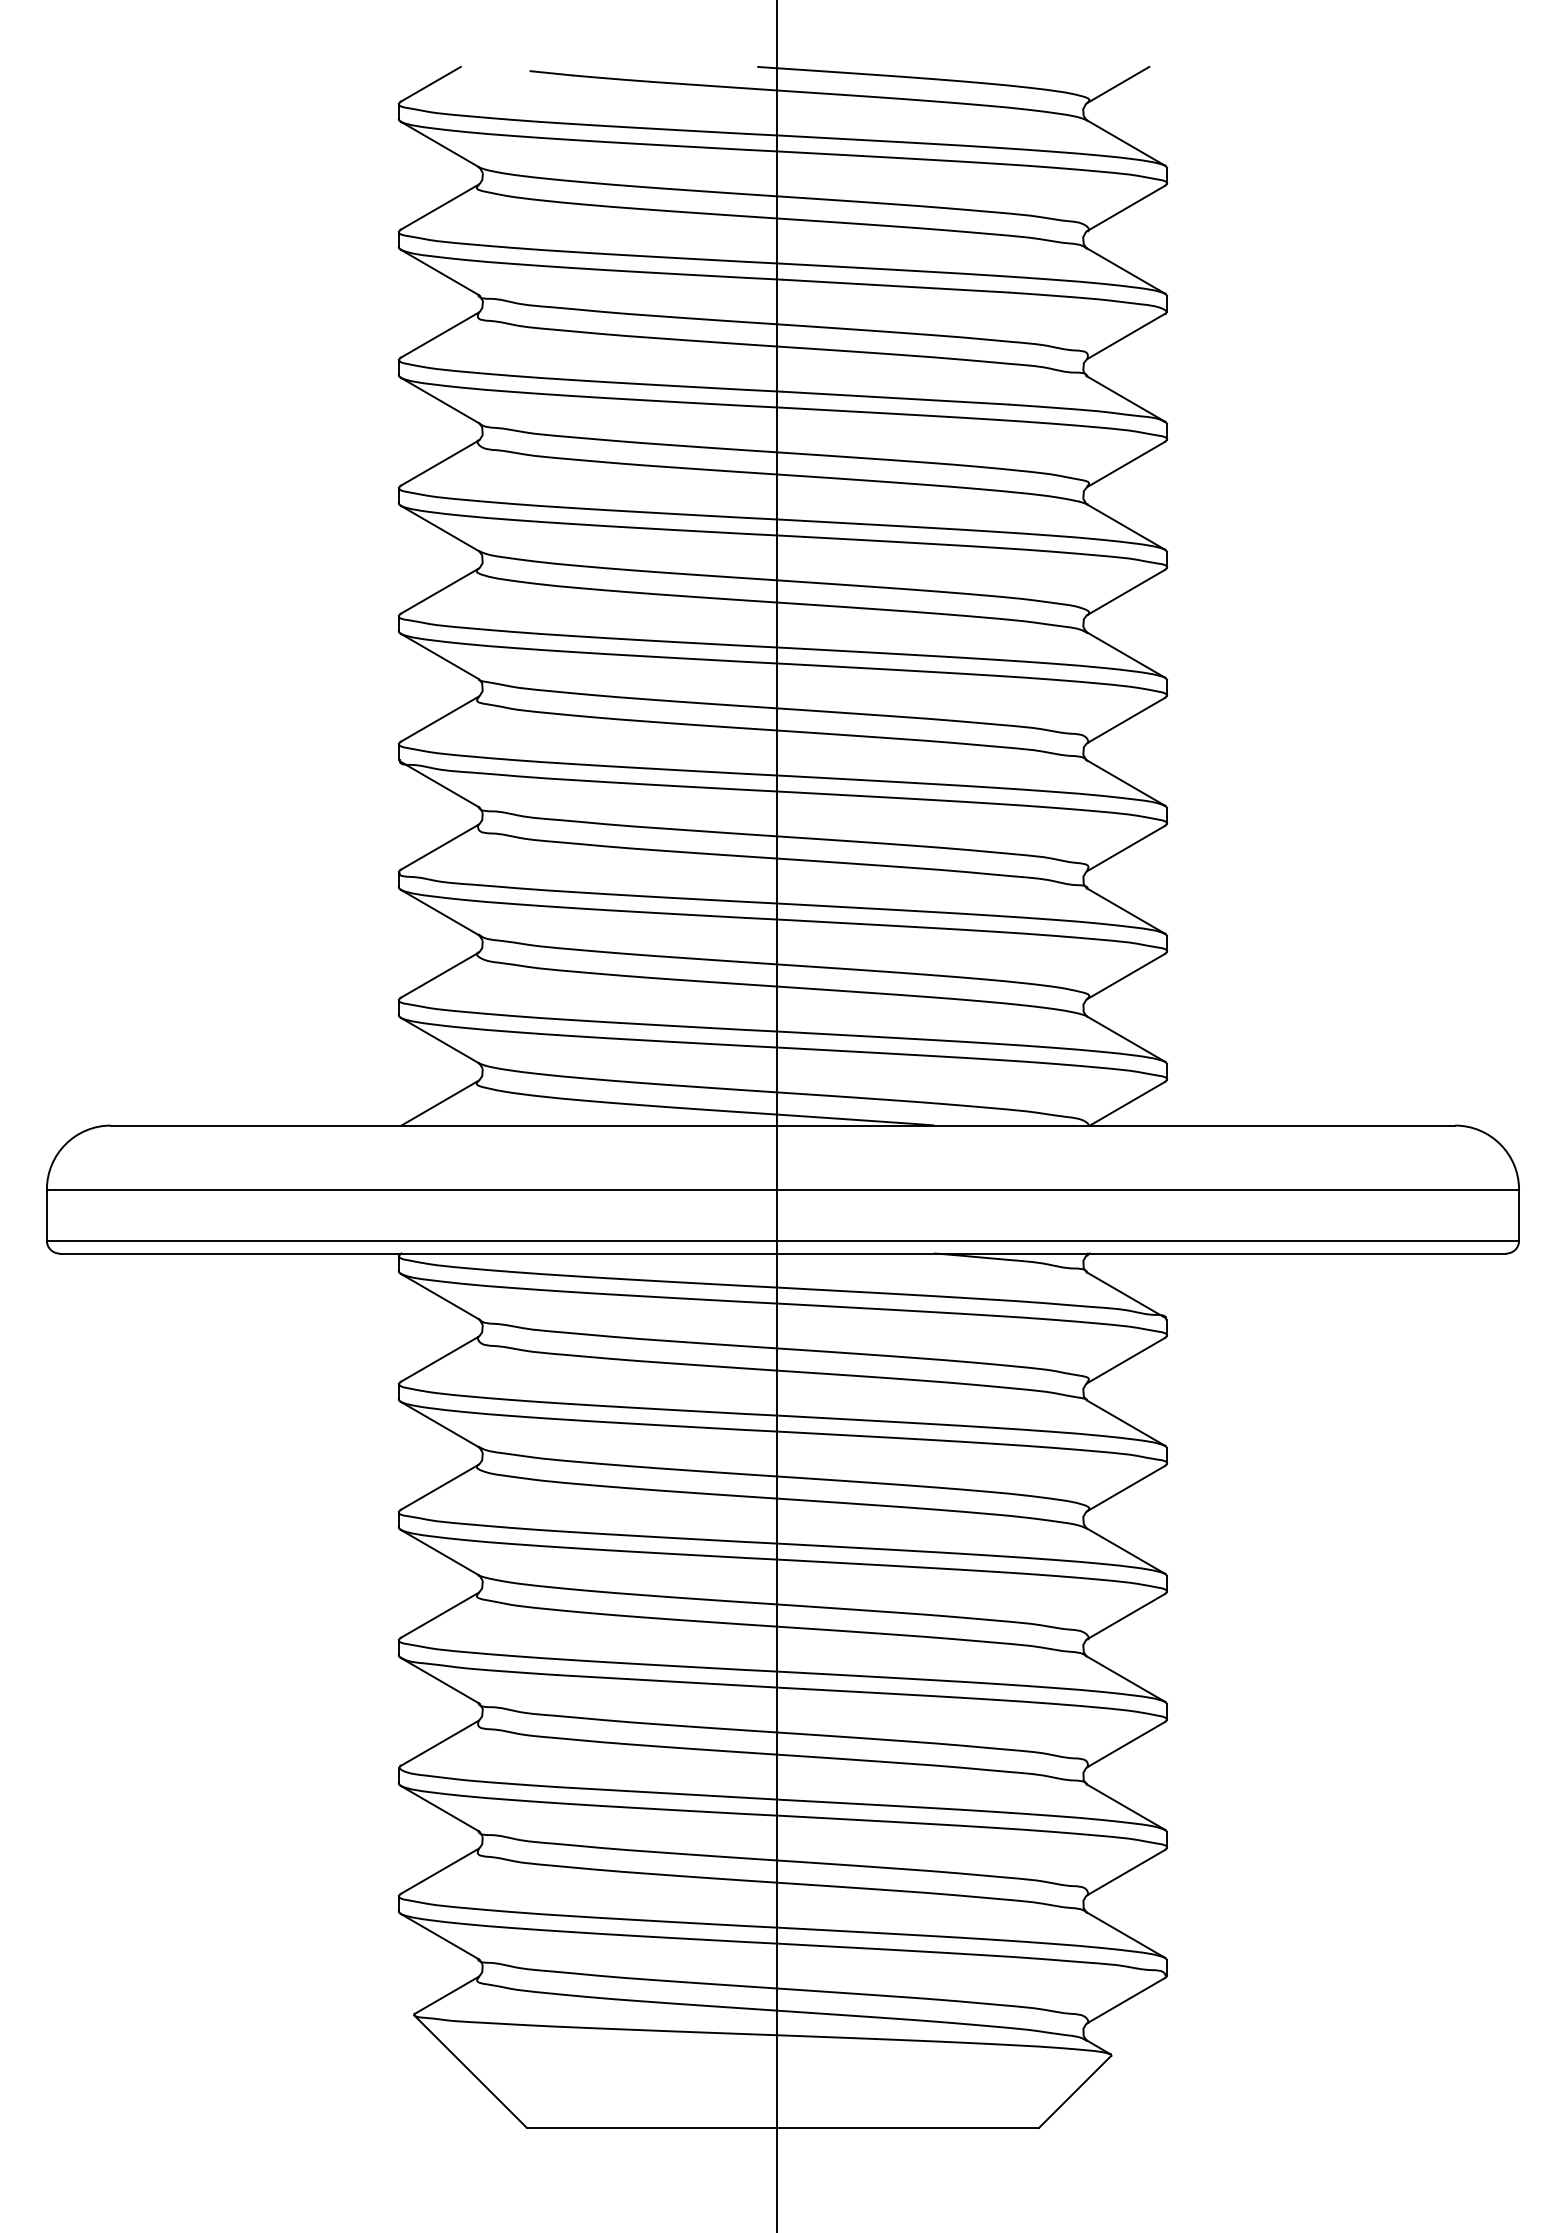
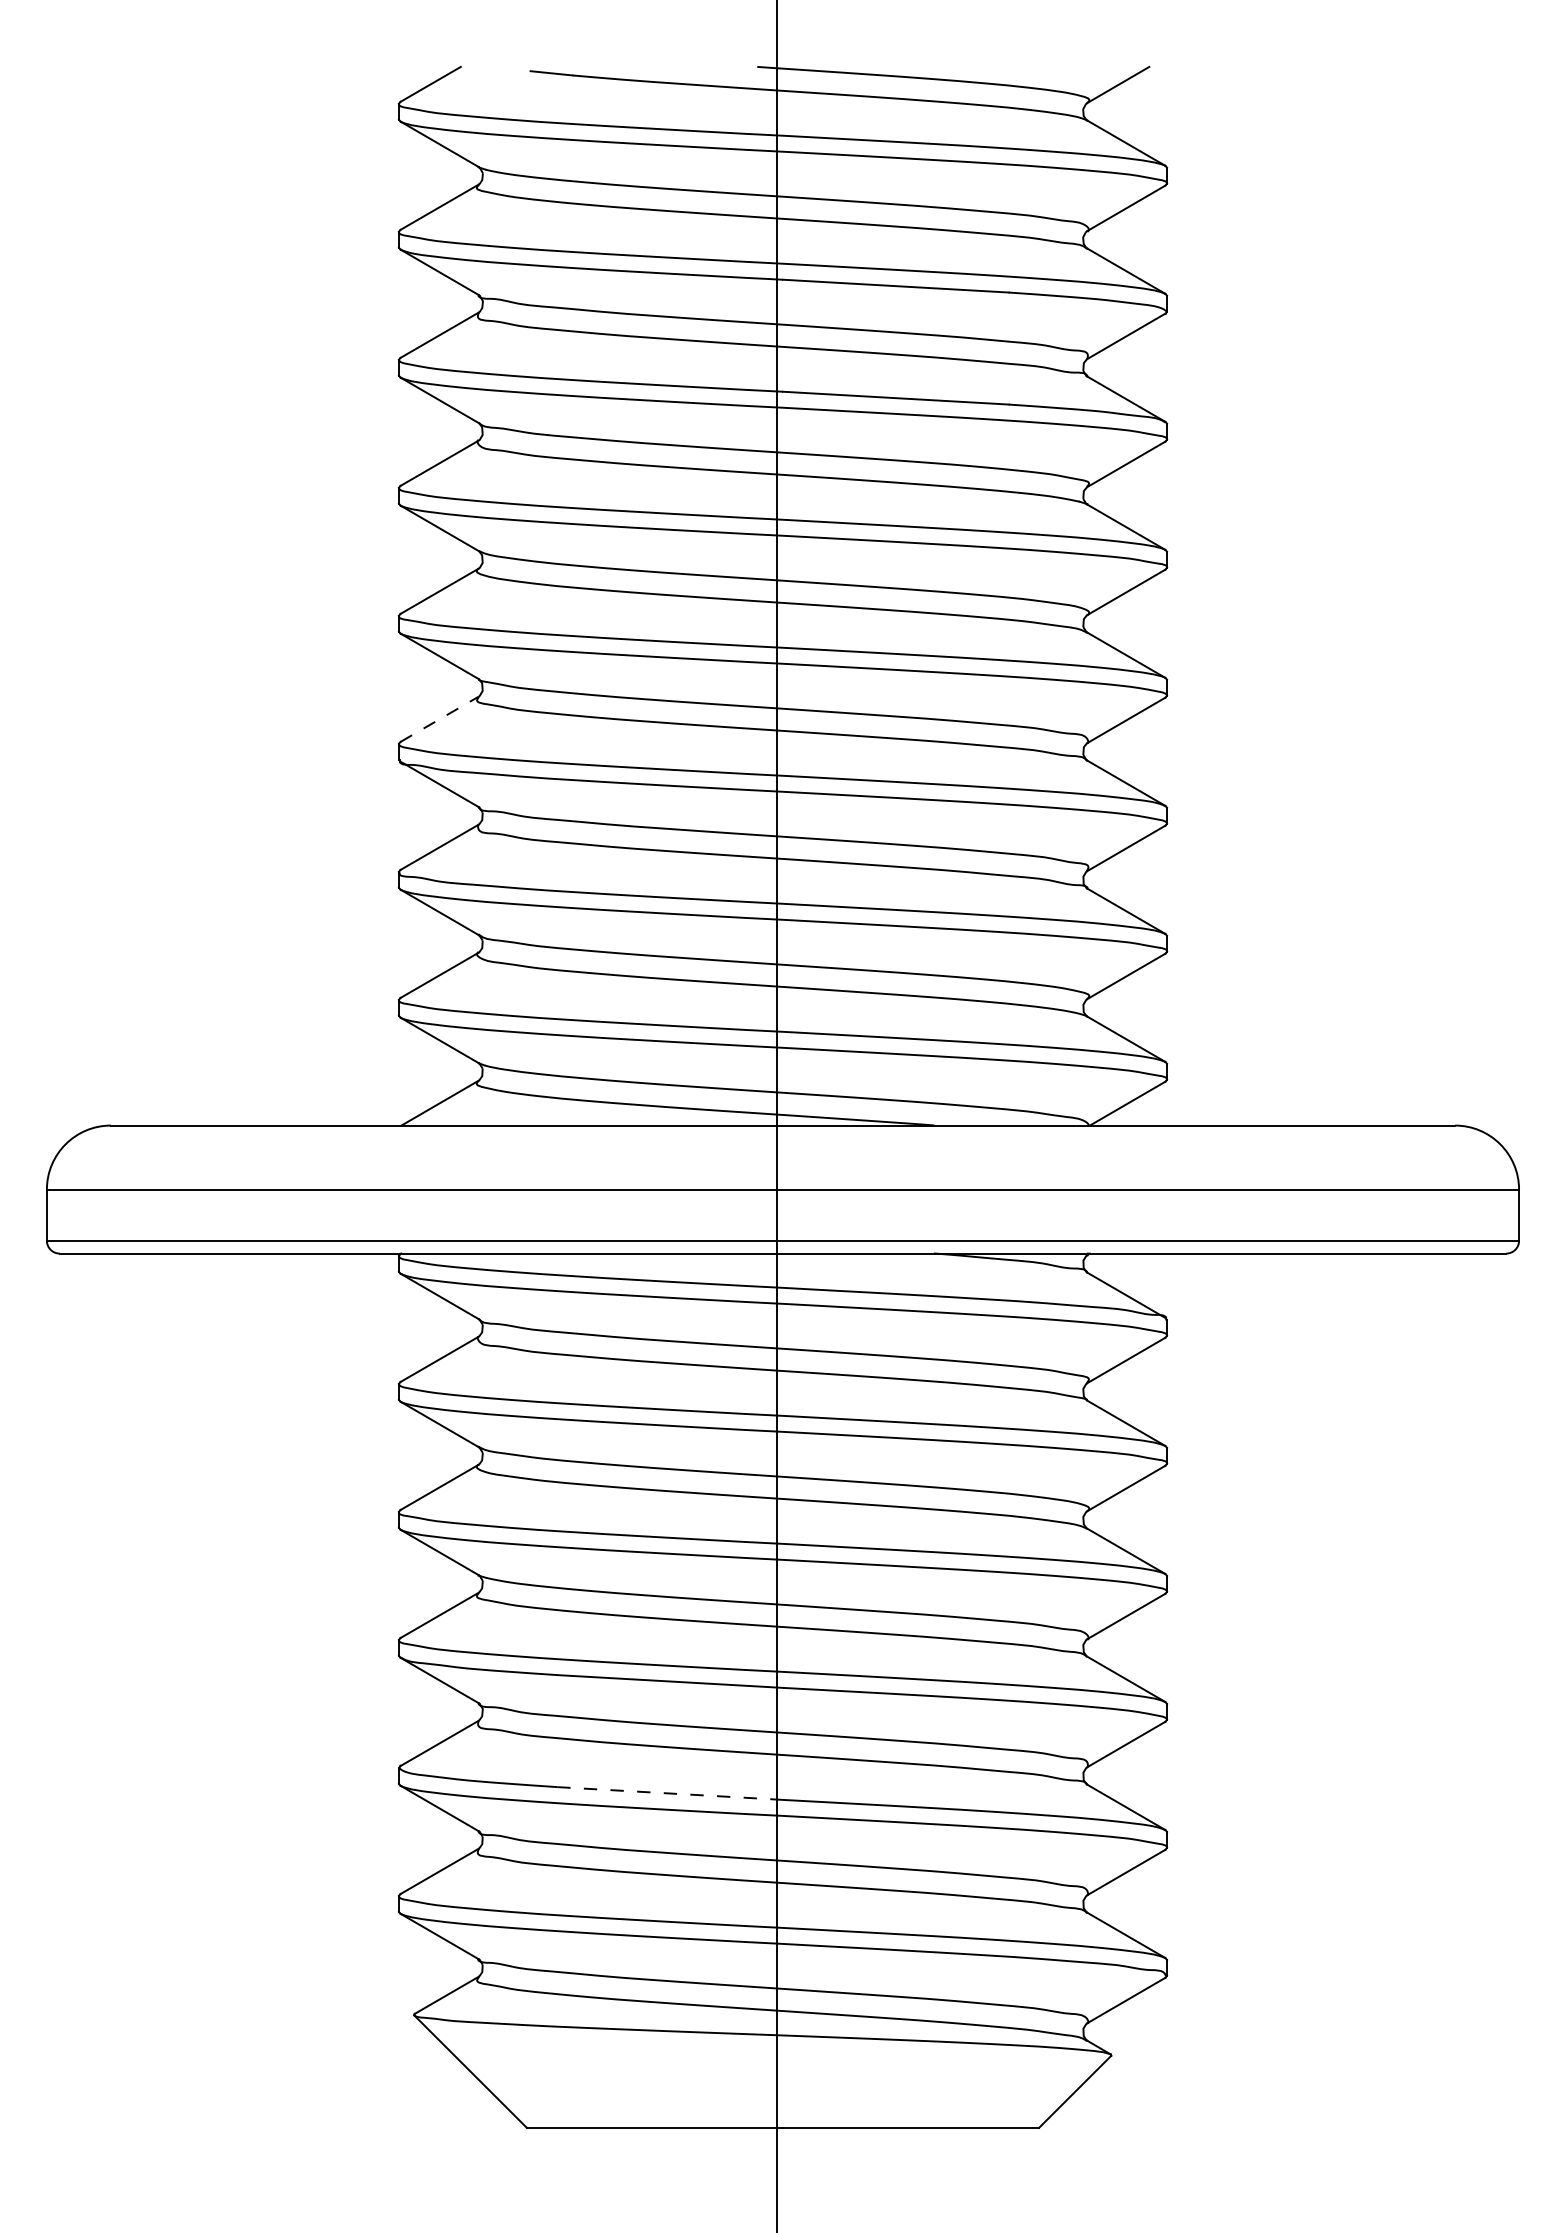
line at (440, 719): solid -> dashed
line at (670, 1793): solid -> dashed
